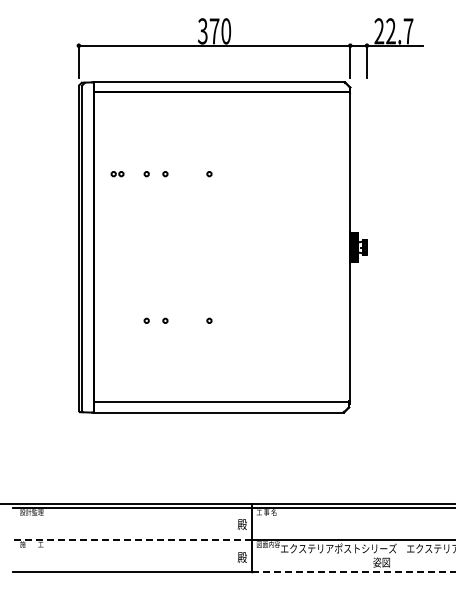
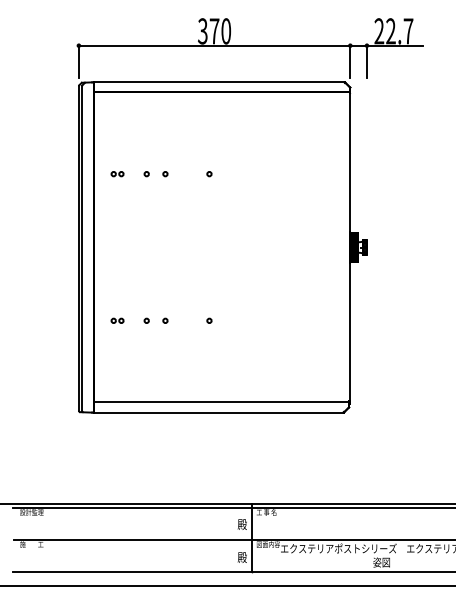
part at (117, 320): none -> present
line at (133, 540): dashed -> solid
line at (353, 572): dashed -> solid
line at (227, 585): none -> present
